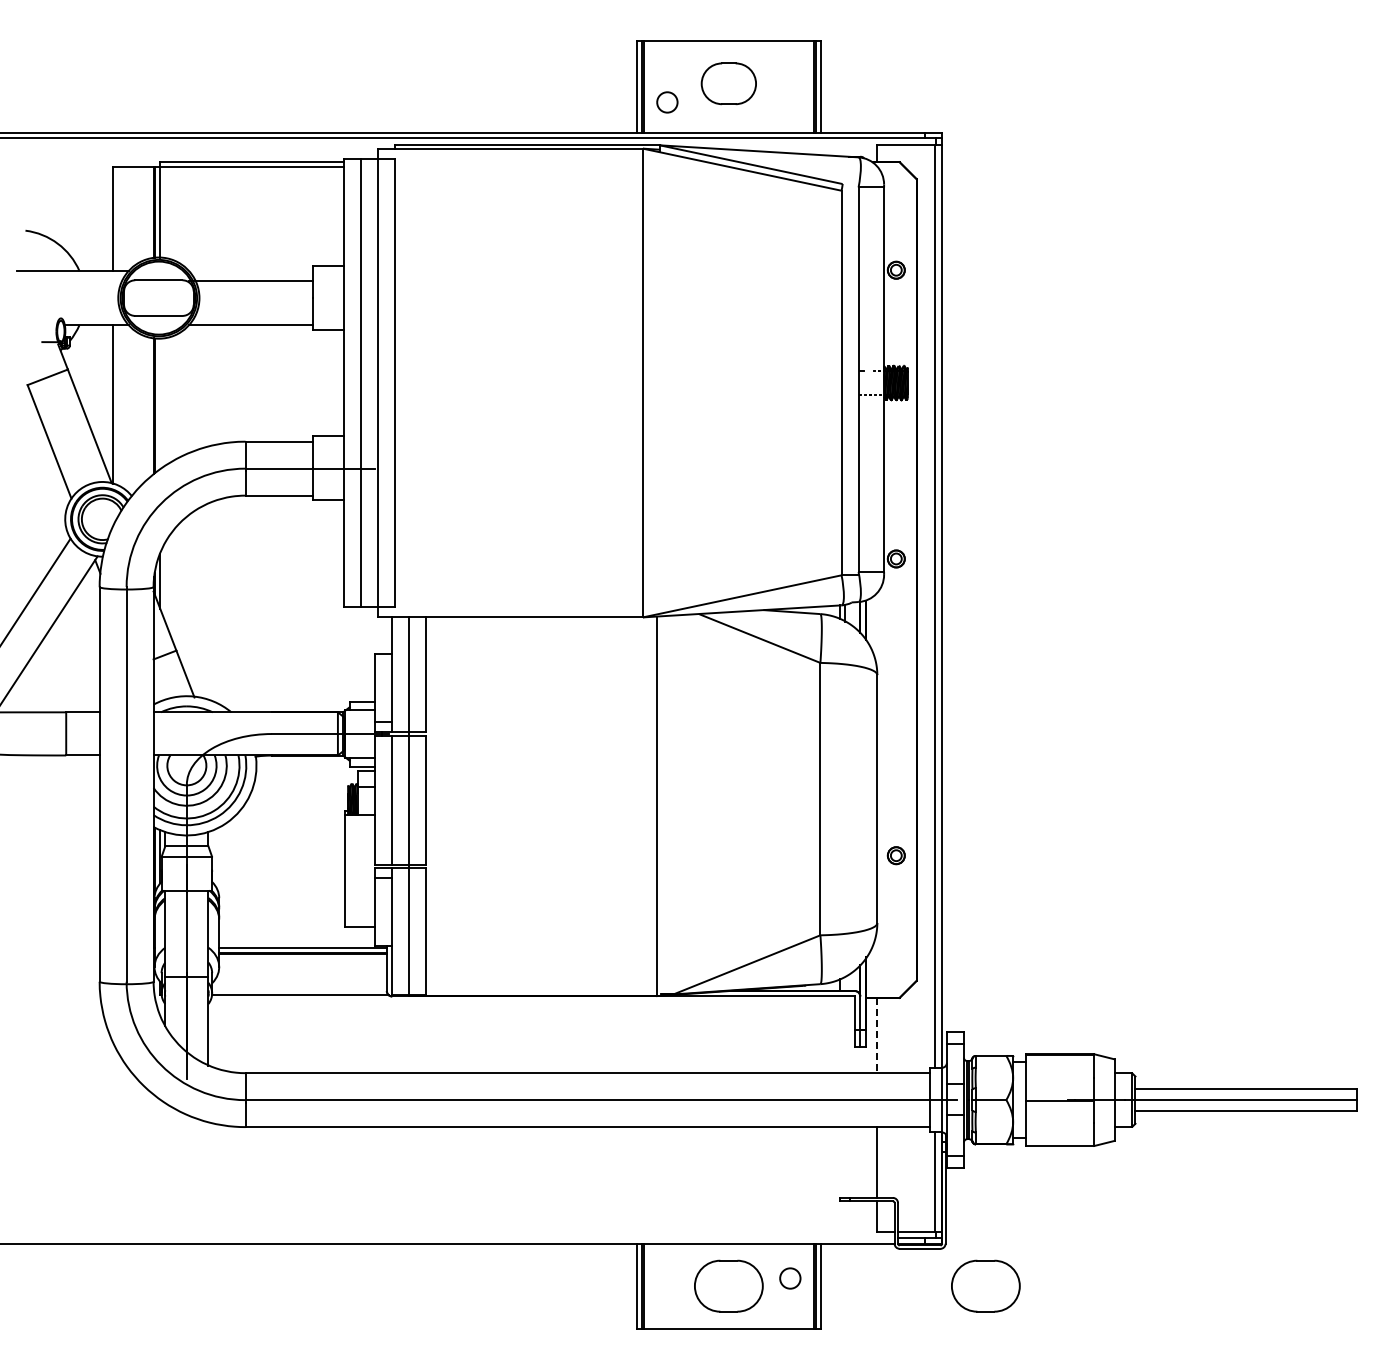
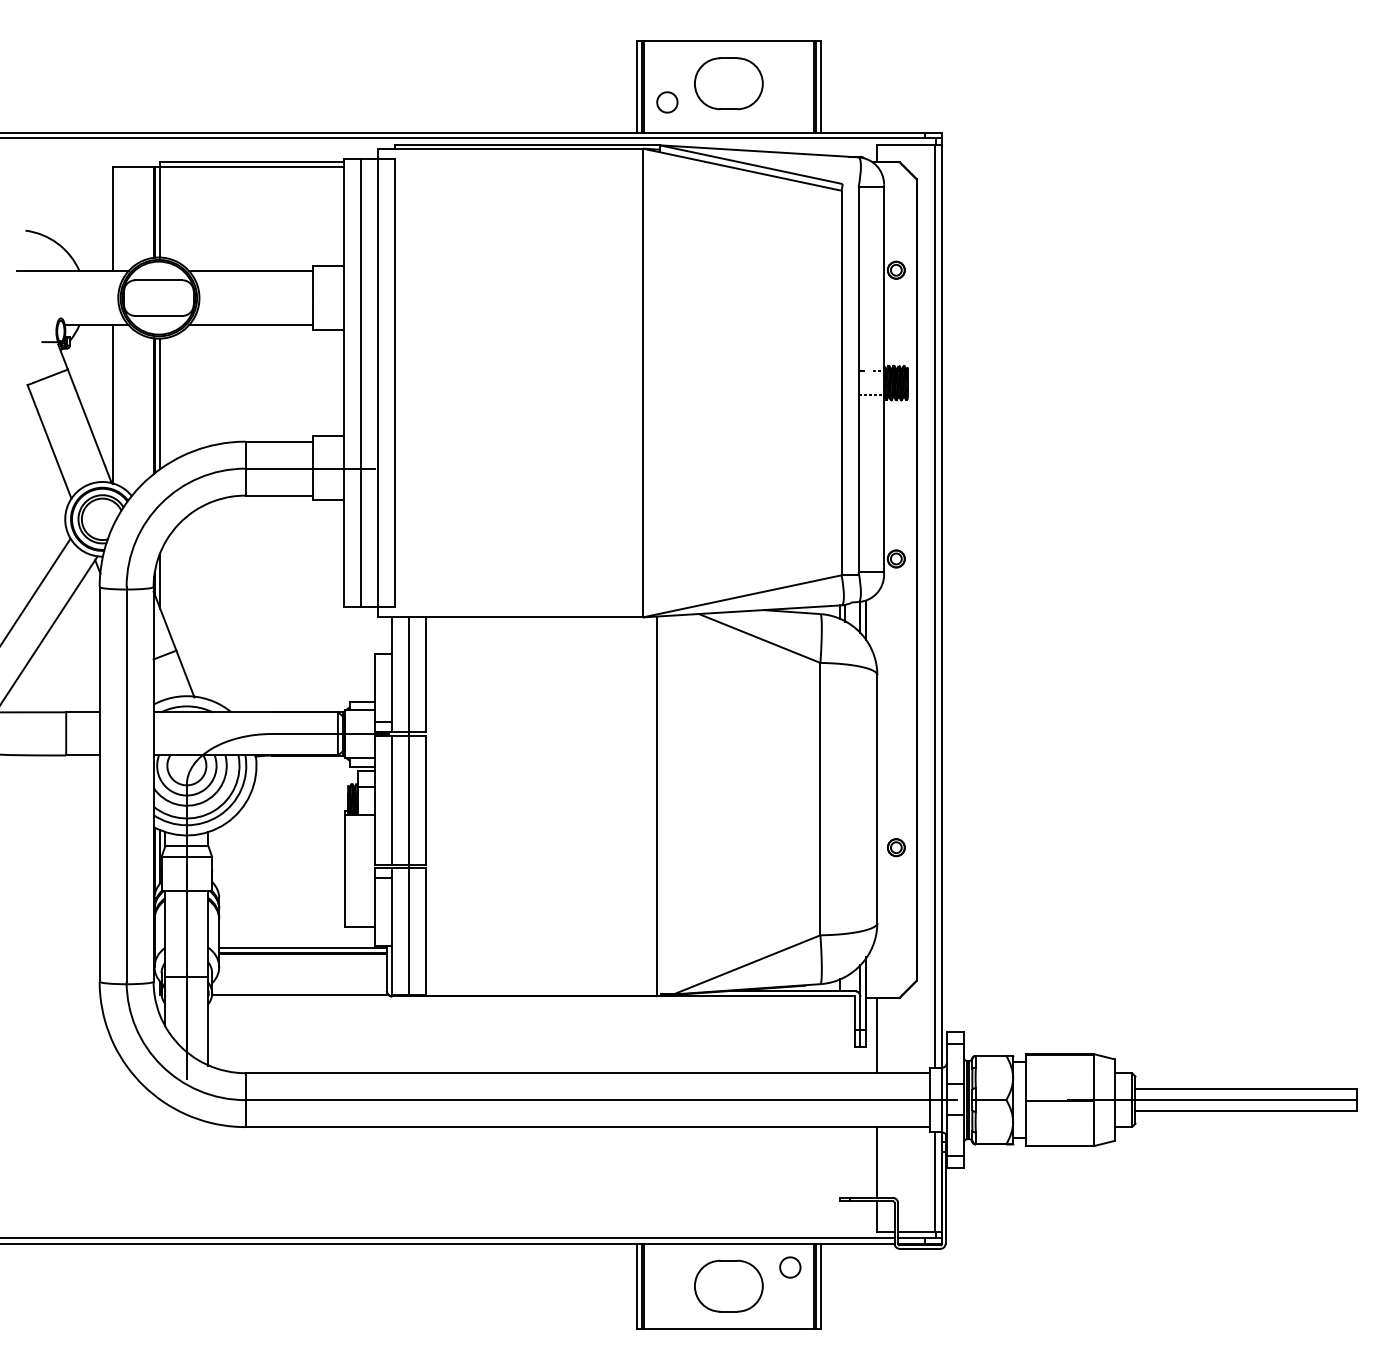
part at (728, 83) size: 57x44 px -> 70x54 px
line at (251, 281) position: (251, 281) -> (251, 271)
line at (160, 403): none -> present
part at (895, 855) position: (895, 855) -> (895, 847)
line at (877, 1035): dashed -> solid
line at (448, 1238): none -> present
circle at (790, 1278) position: (790, 1278) -> (790, 1267)
part at (985, 1285): present -> none
